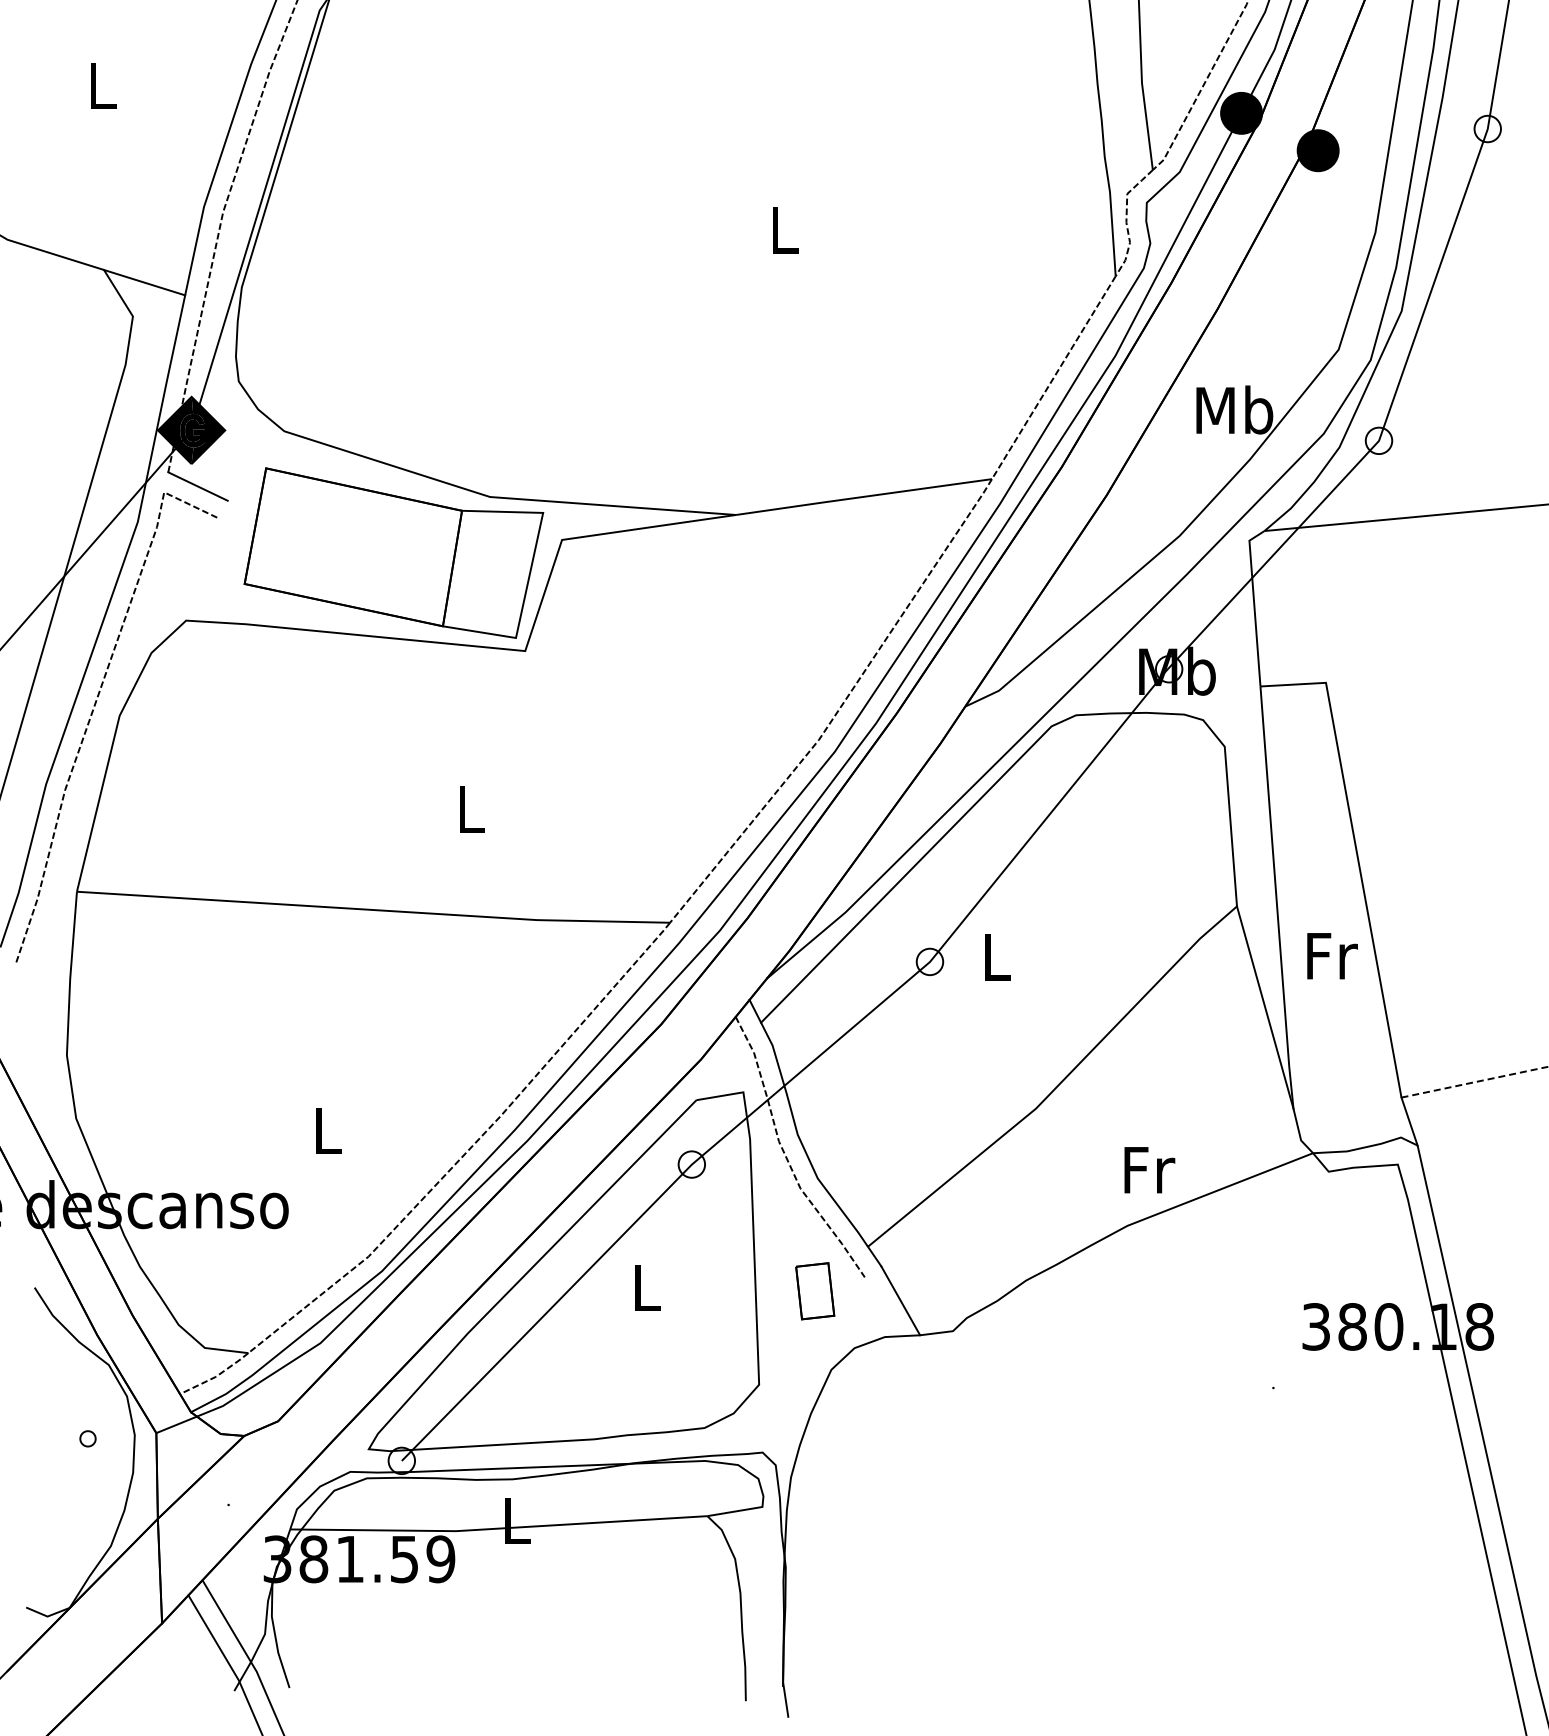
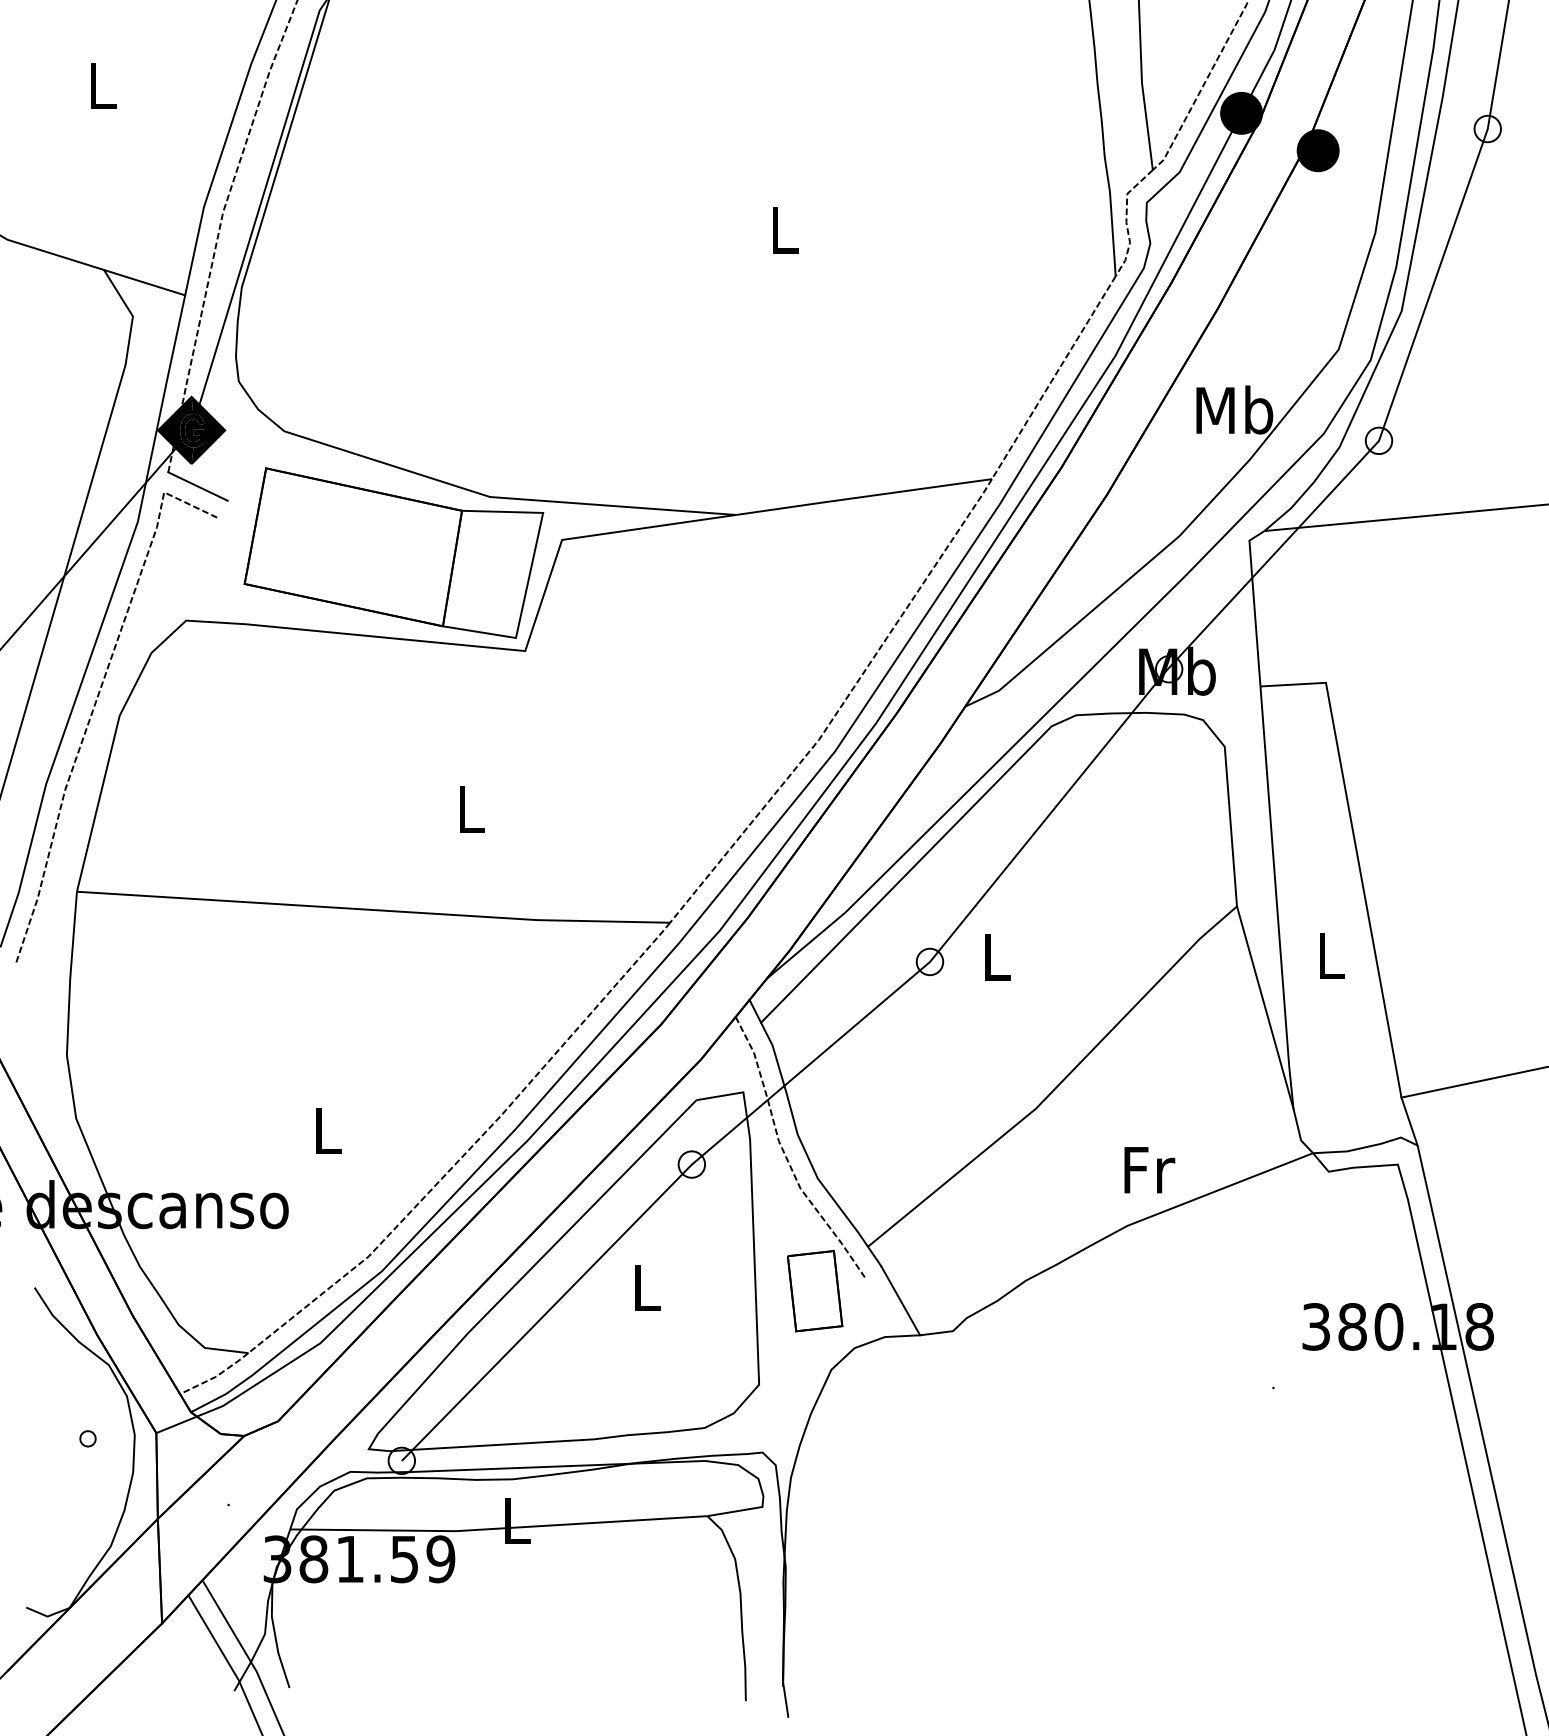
text at (1332, 956): Fr -> L
line at (1475, 1082): dashed -> solid
part at (815, 1291) size: 41x59 px -> 57x83 px
